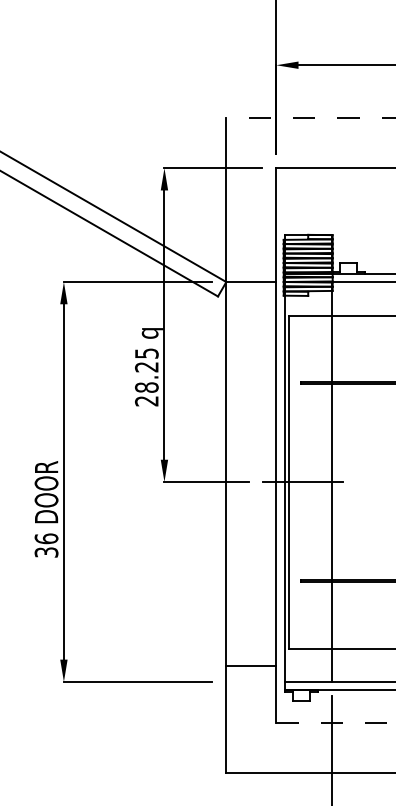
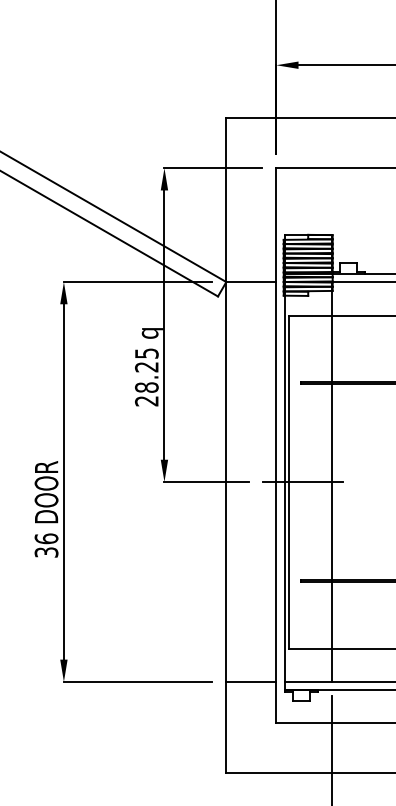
line at (310, 118): dashed -> solid
line at (251, 665) position: (251, 665) -> (251, 681)
line at (336, 723): dashed -> solid
